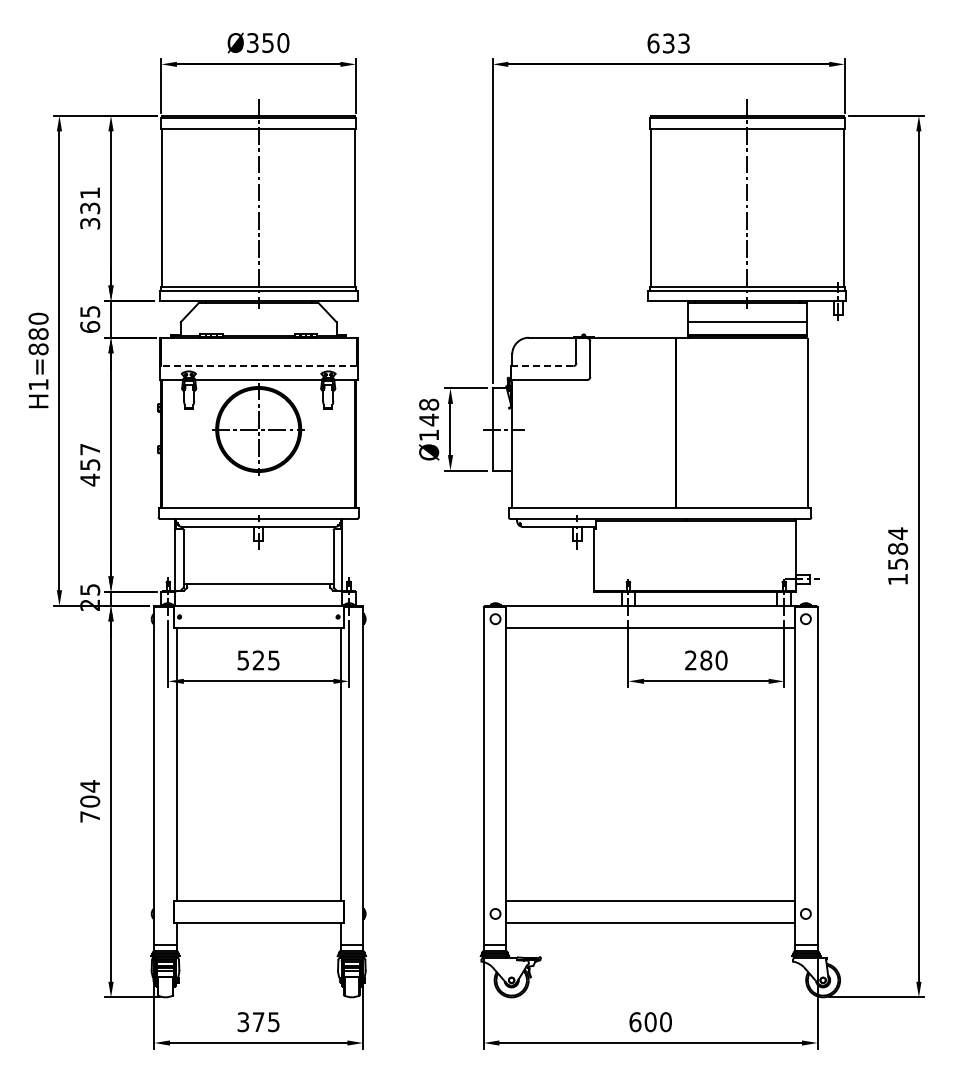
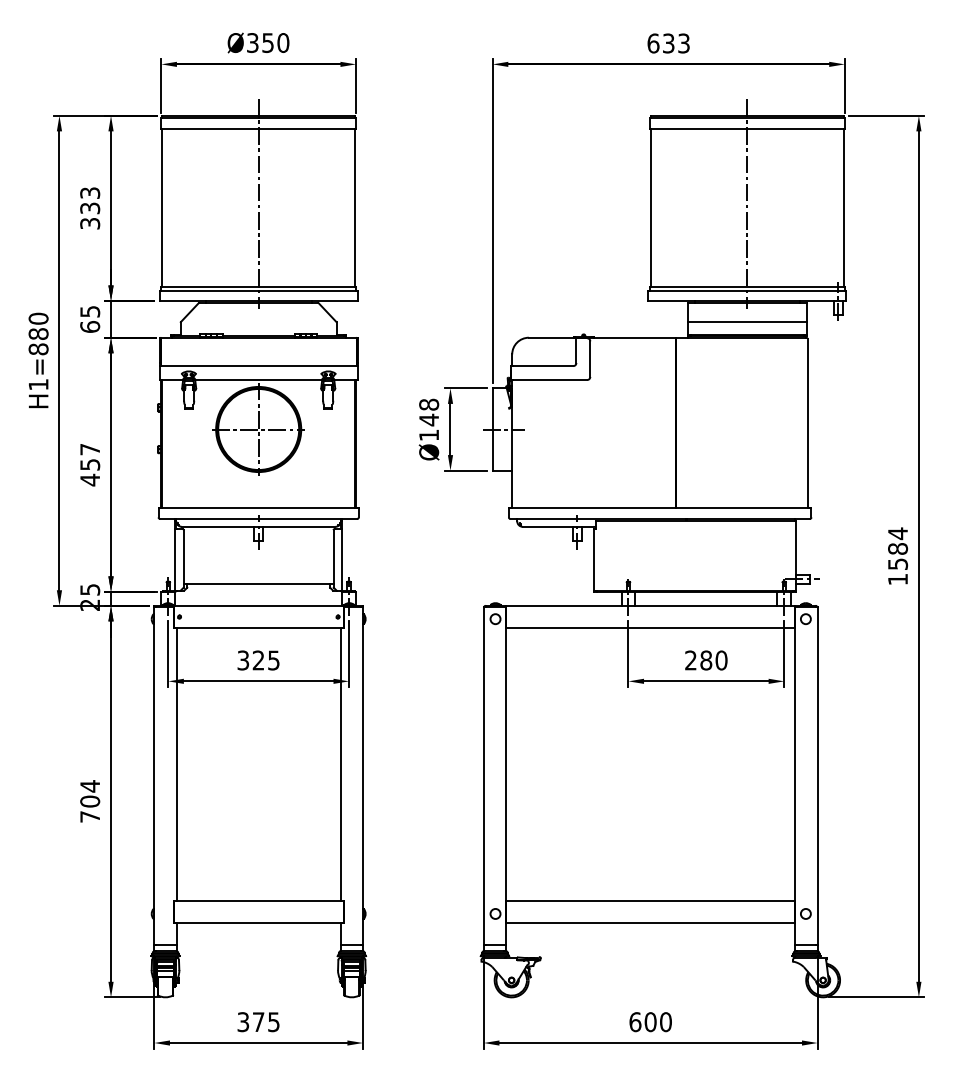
text at (90, 192): 331 -> 333
line at (258, 366): dashed -> solid
line at (542, 366): dashed -> solid
text at (243, 659): 525 -> 325
